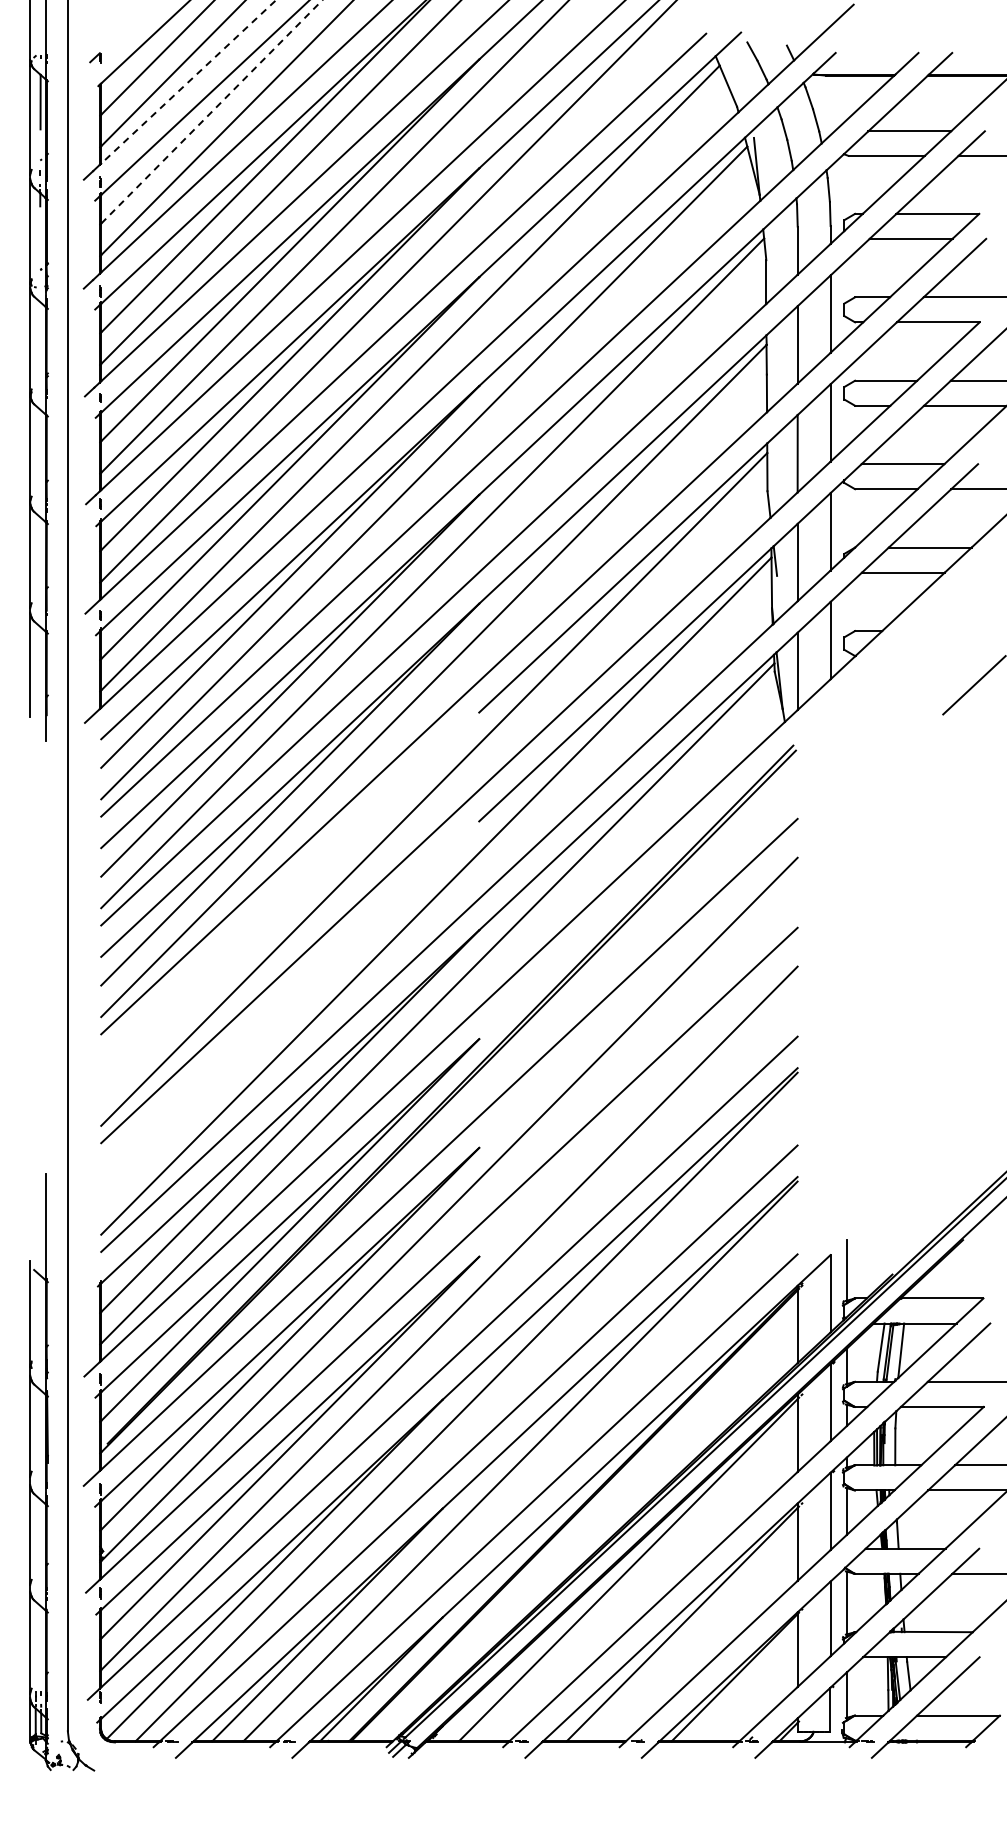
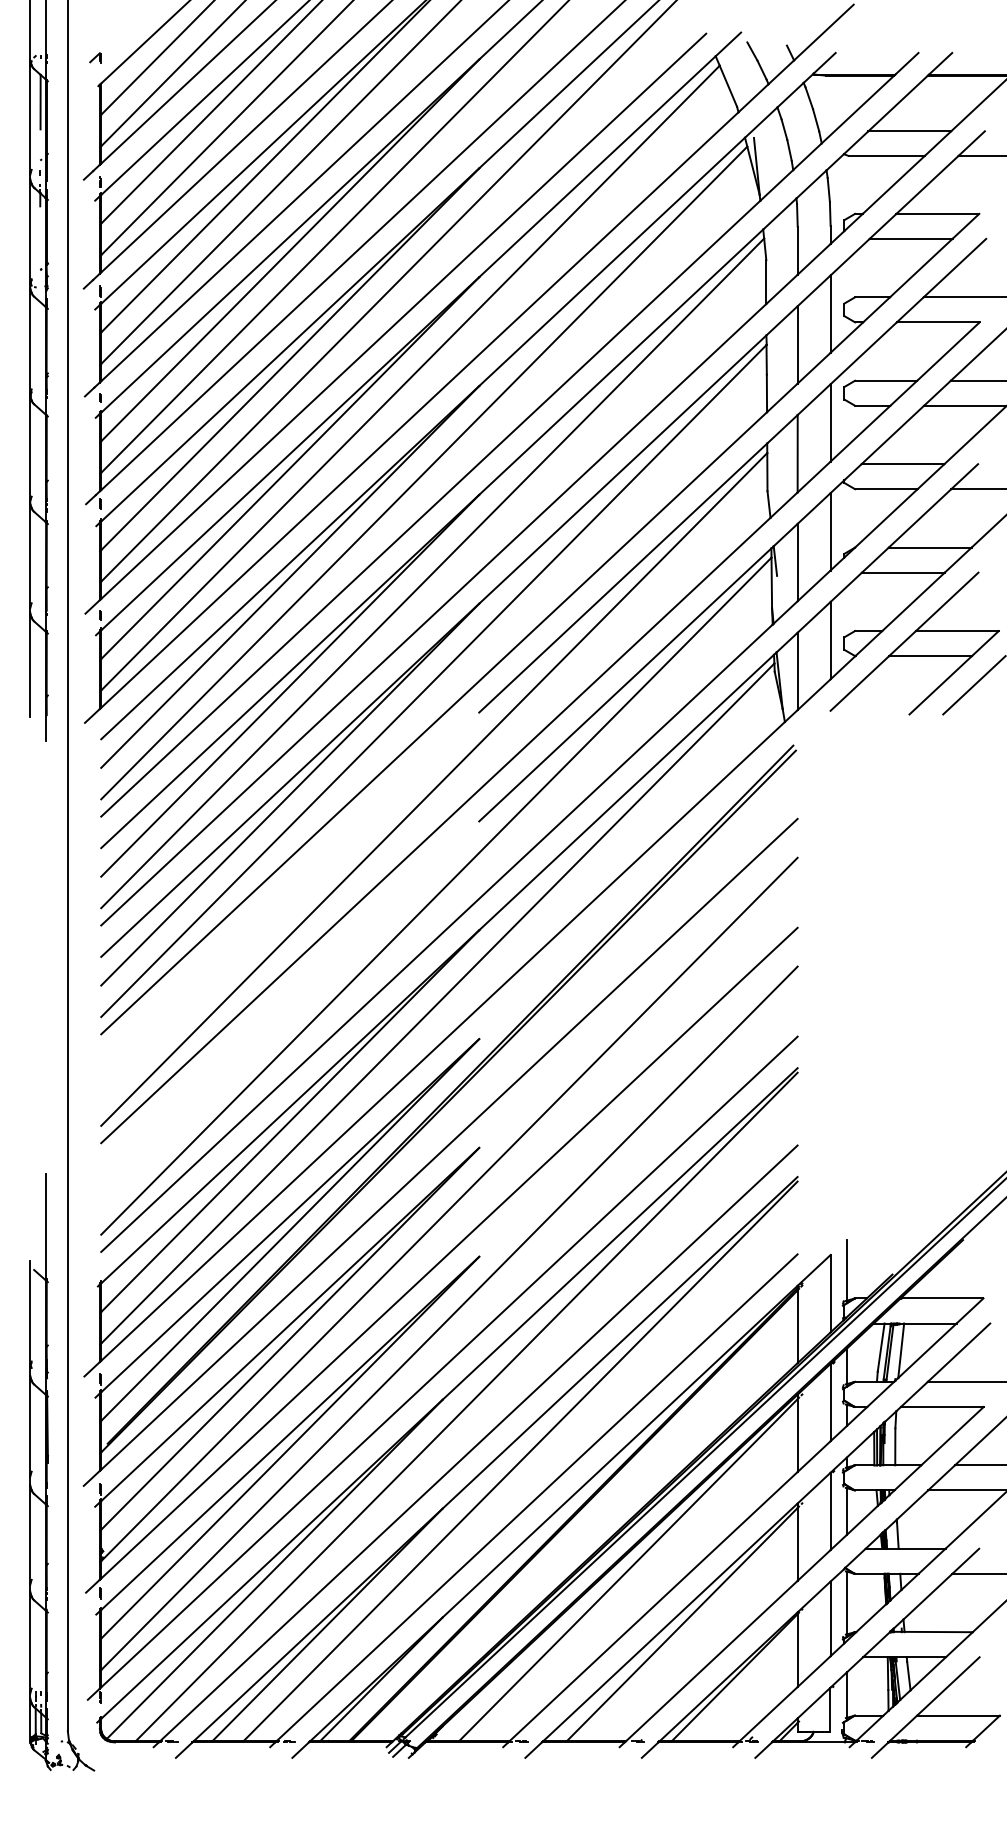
line at (188, 82): dashed -> solid
line at (212, 111): dashed -> solid
part at (914, 643): none -> present
